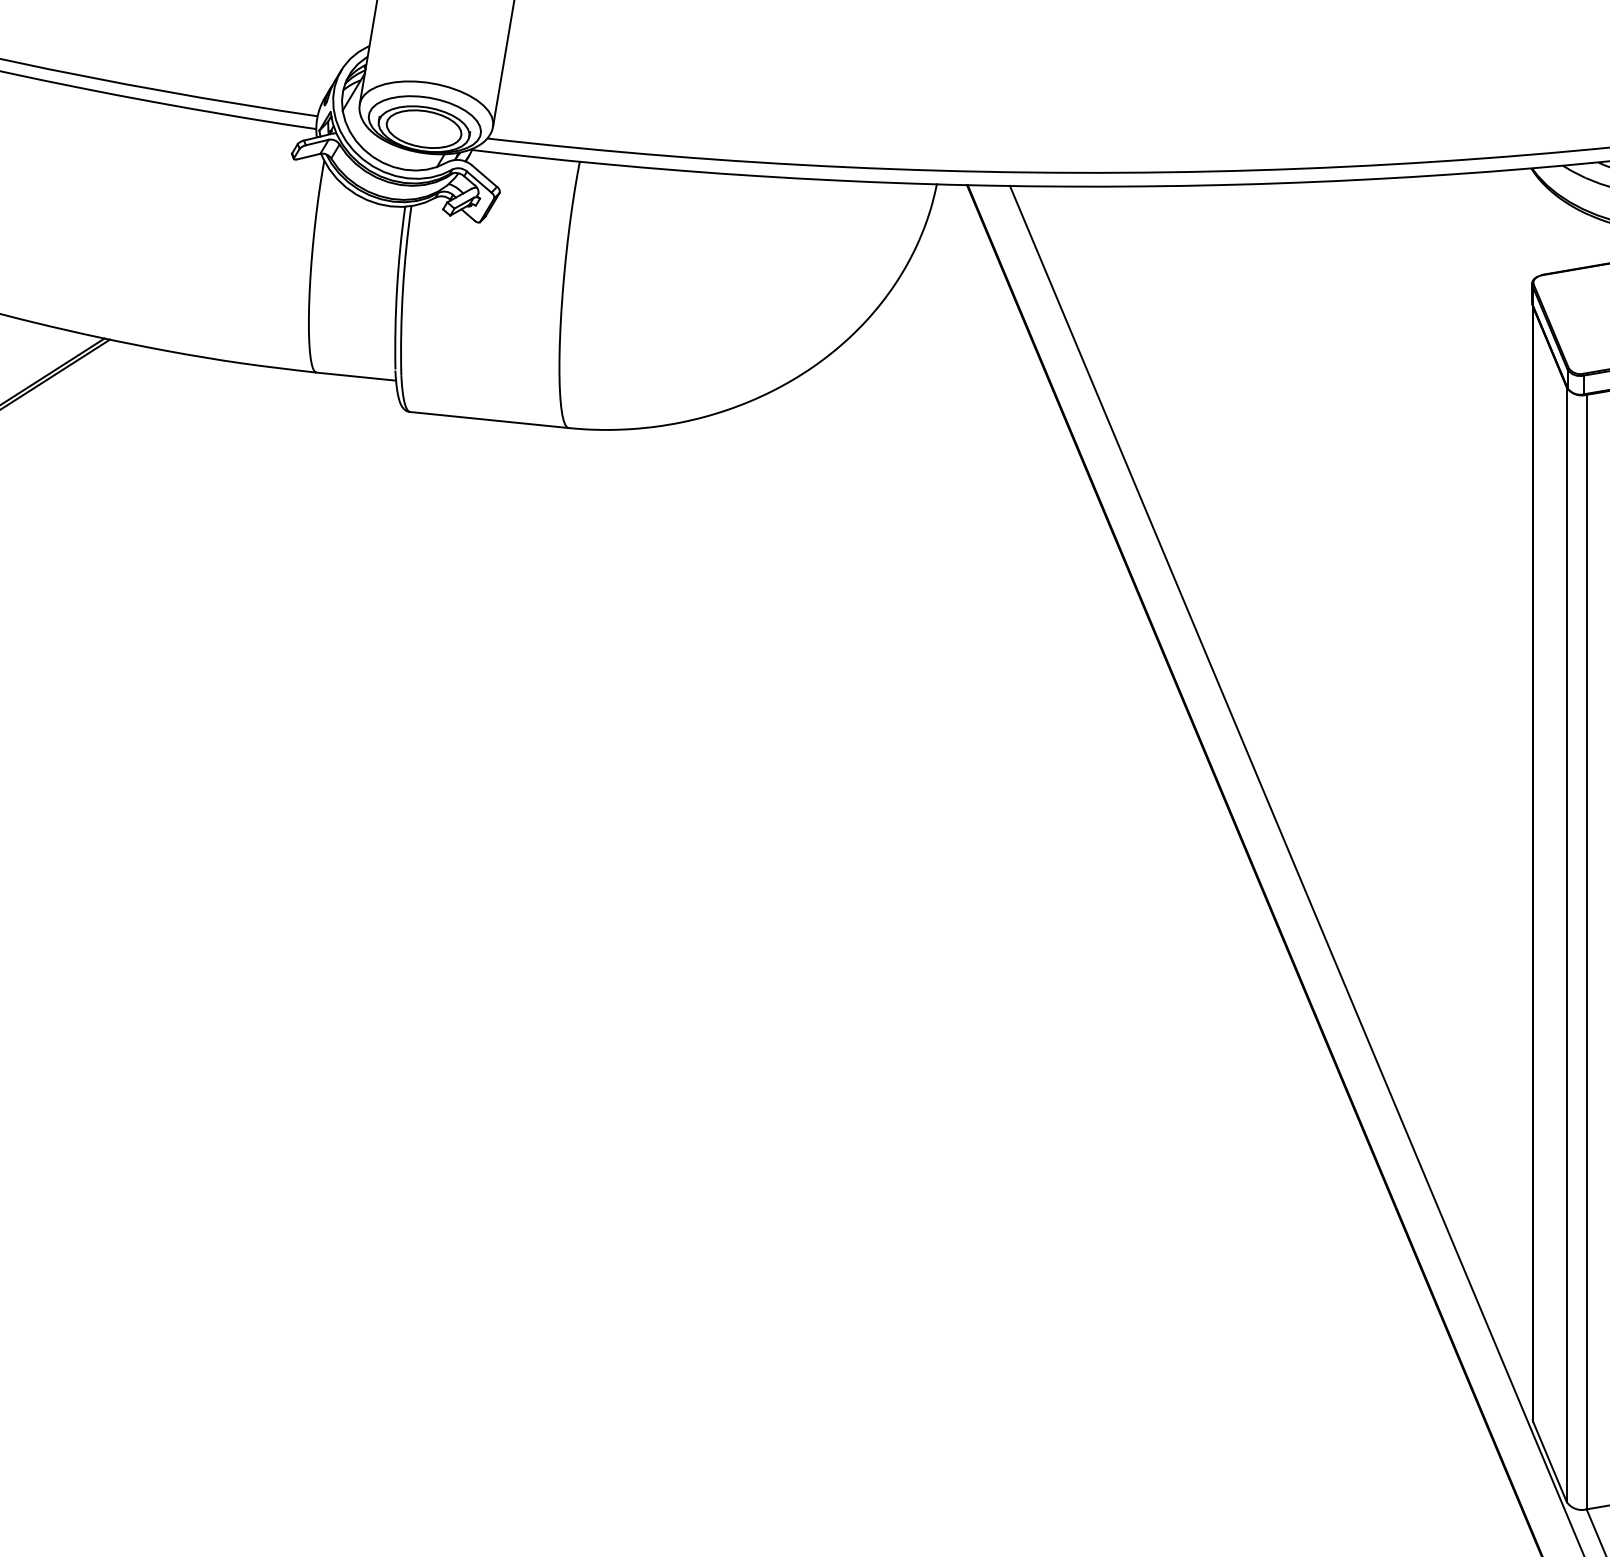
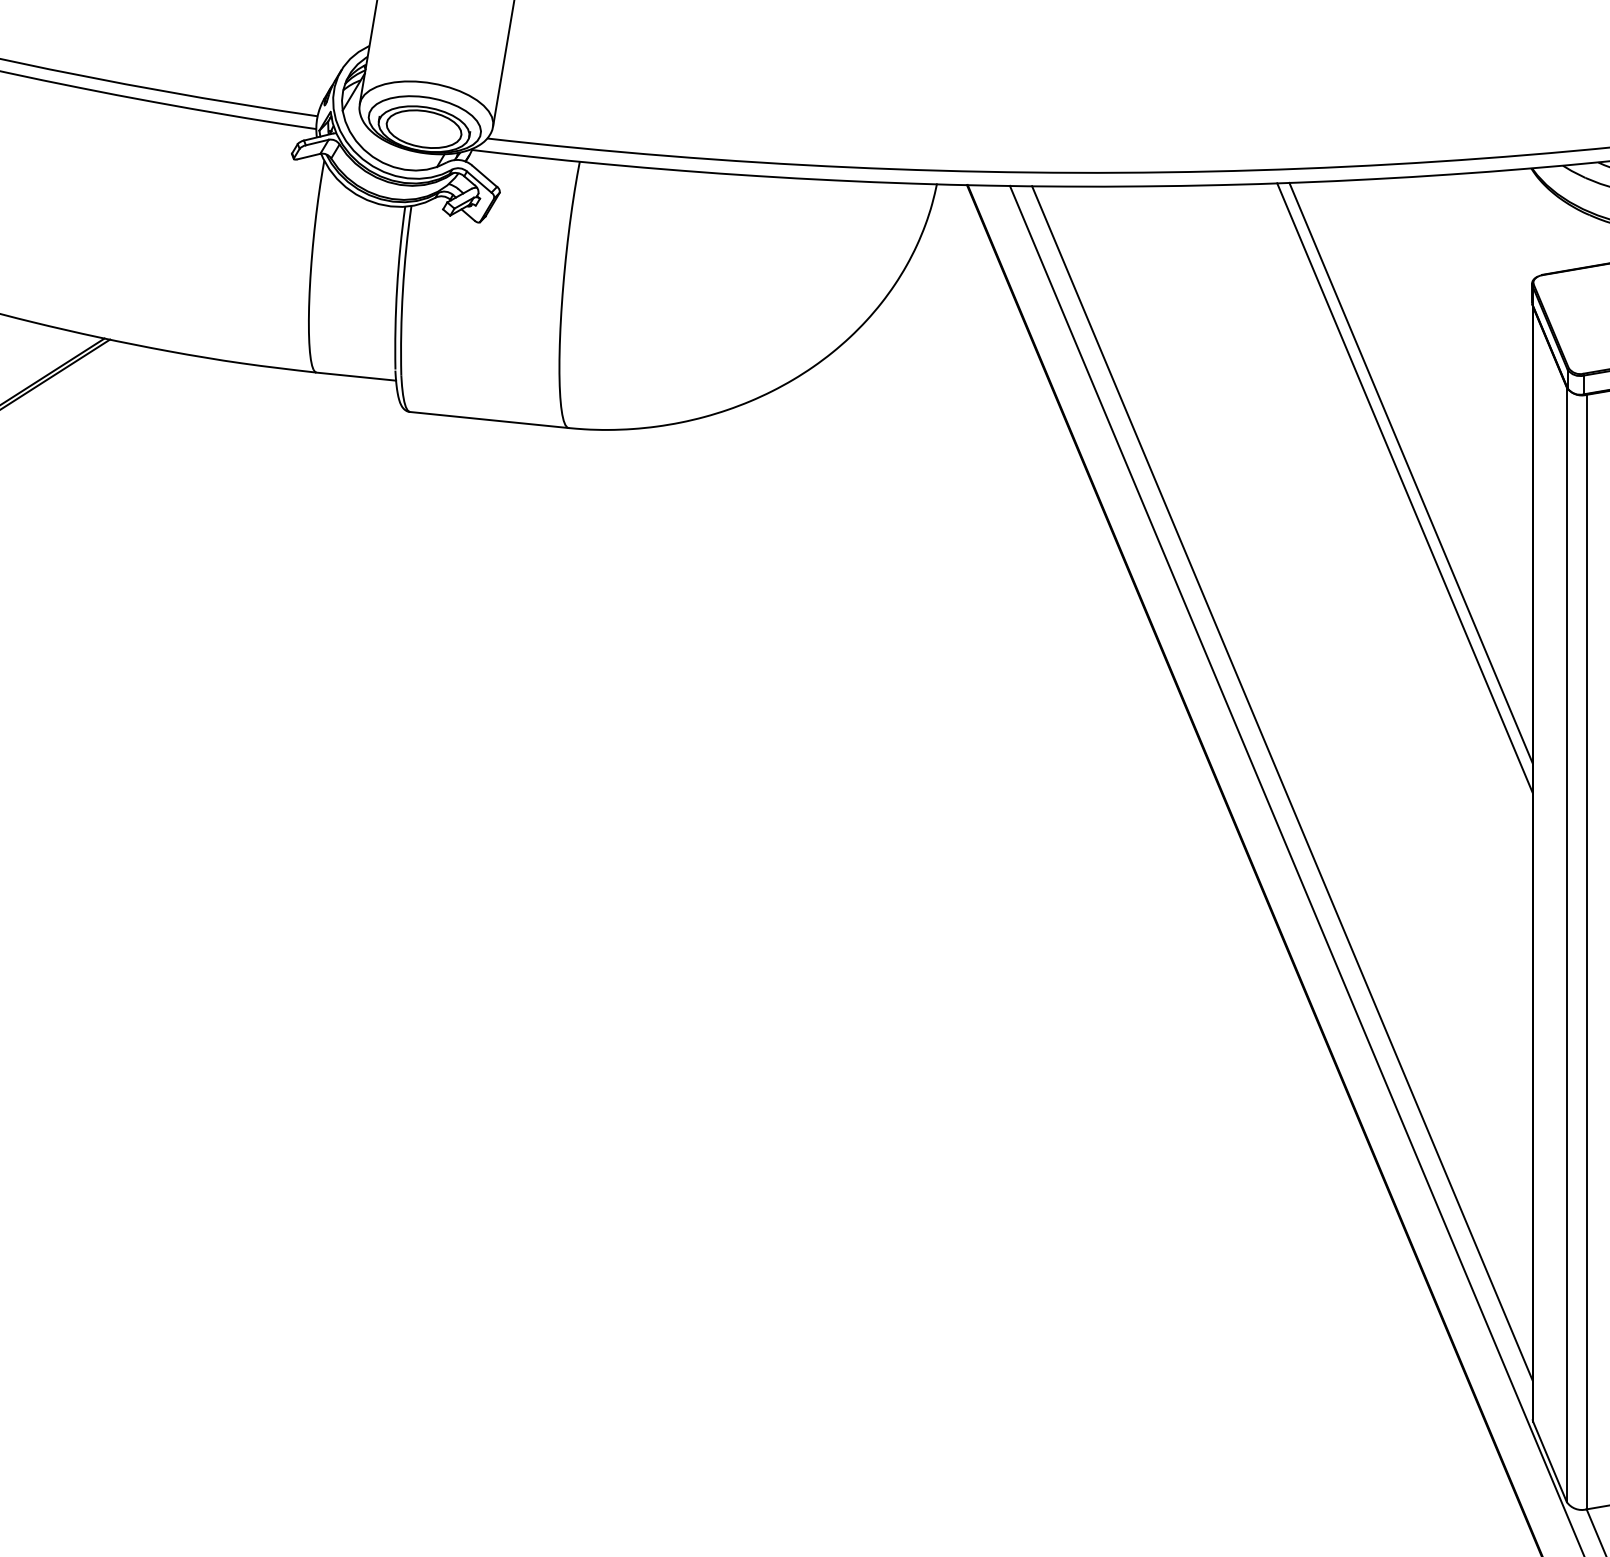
line at (1410, 472): none -> present
line at (1404, 487): none -> present
line at (1282, 783): none -> present
